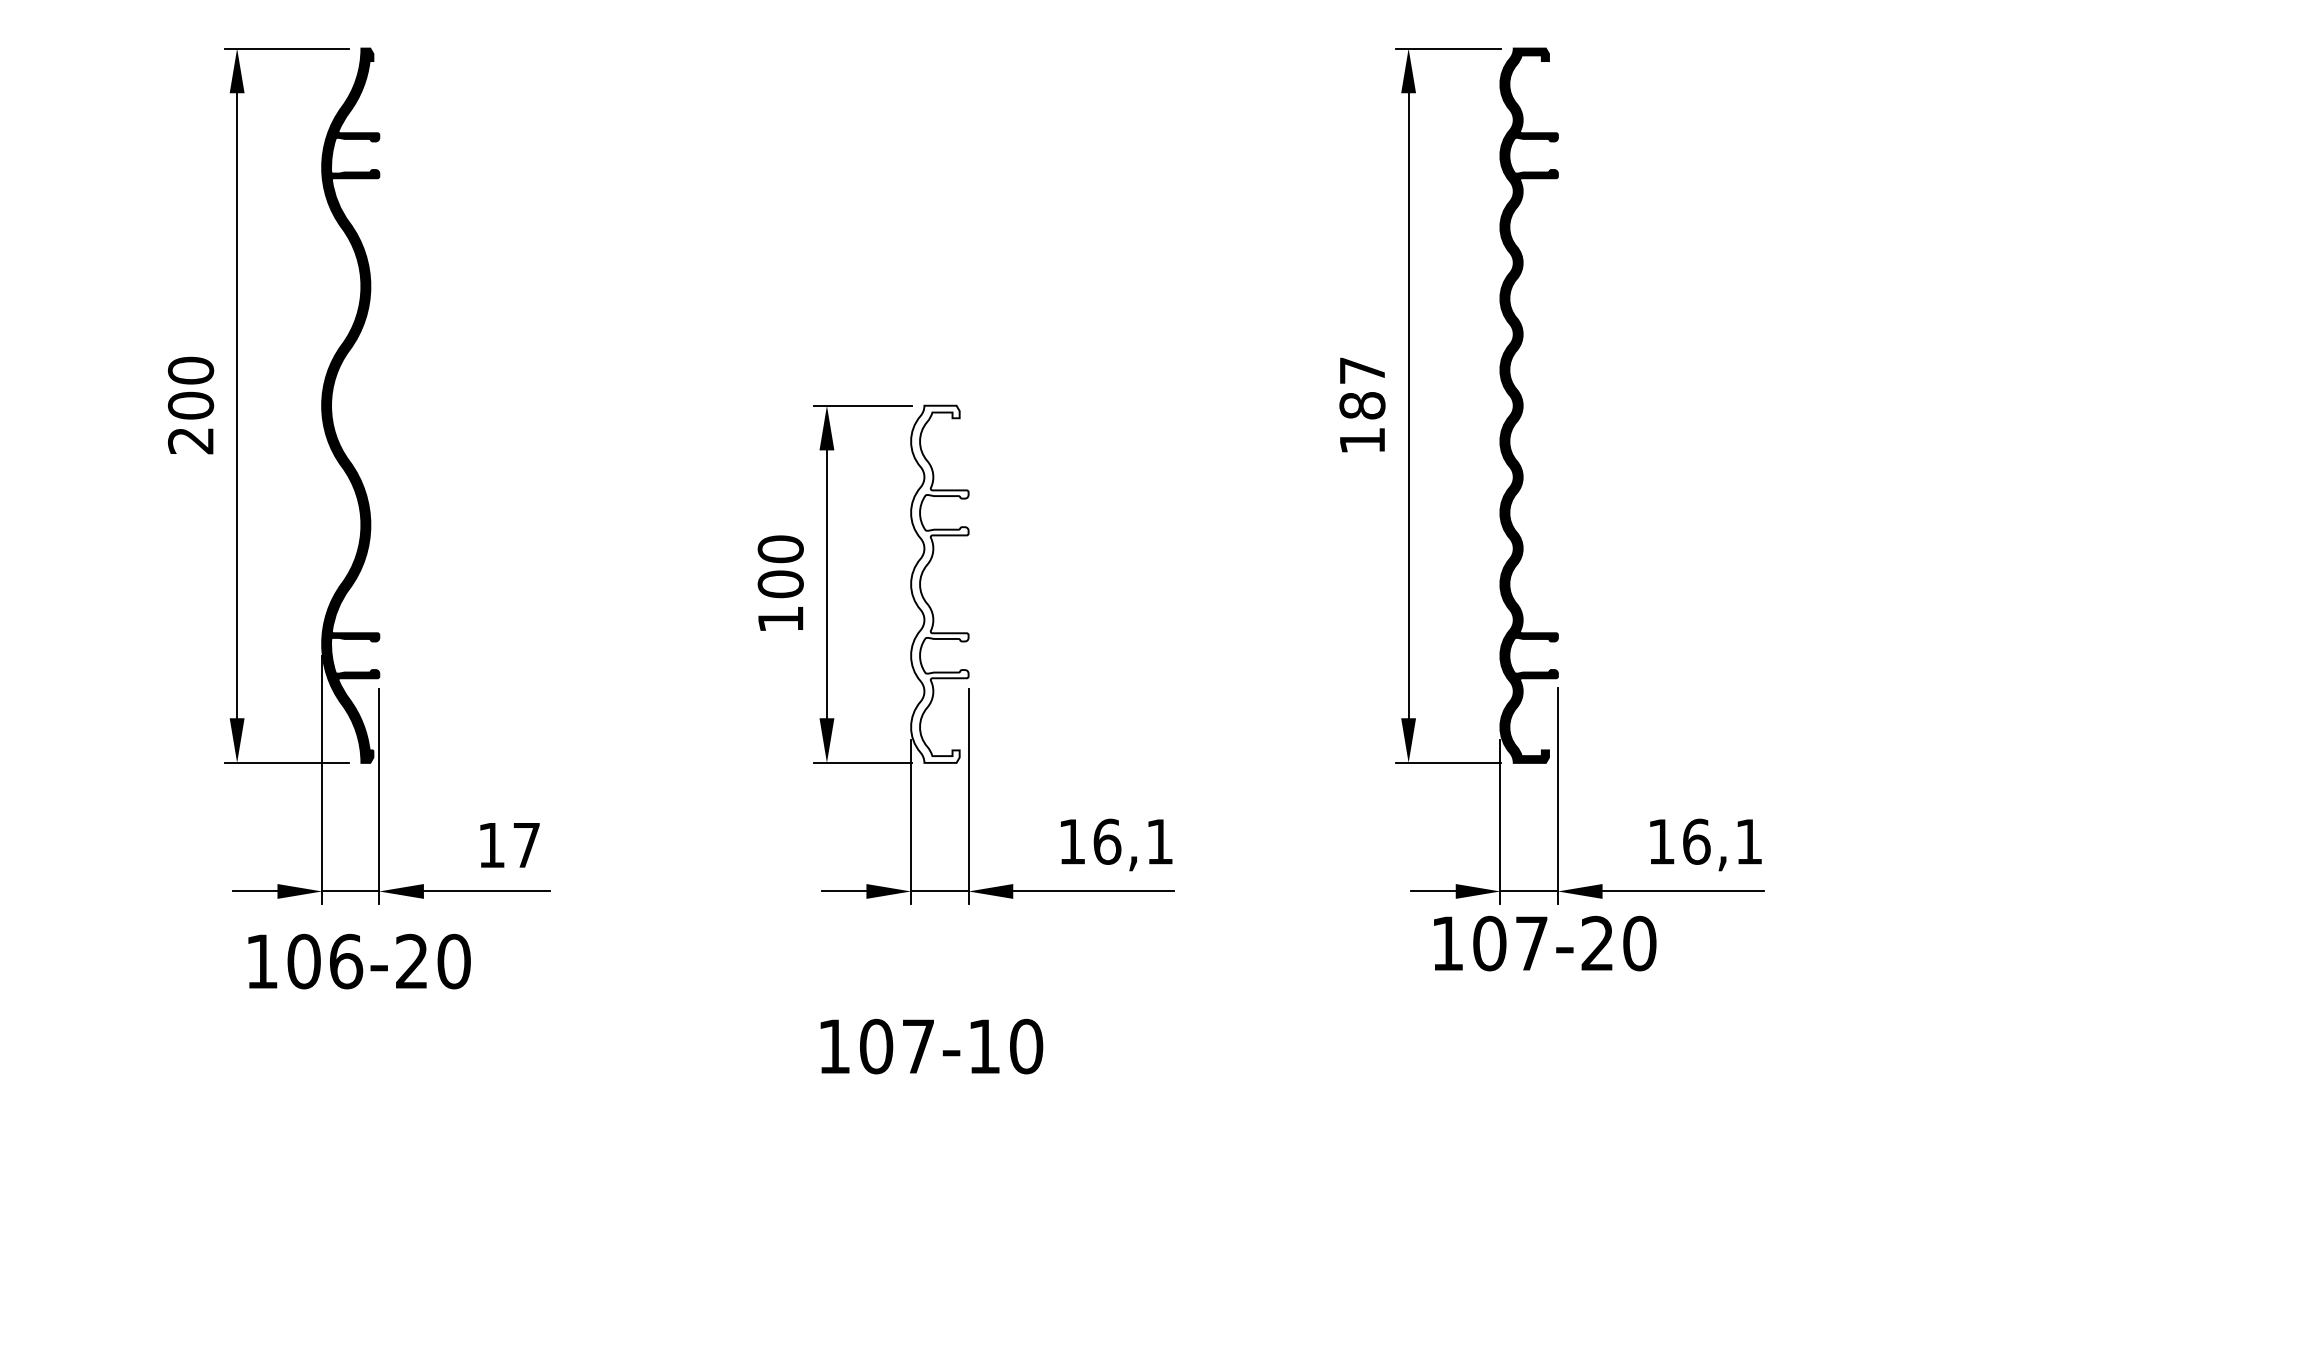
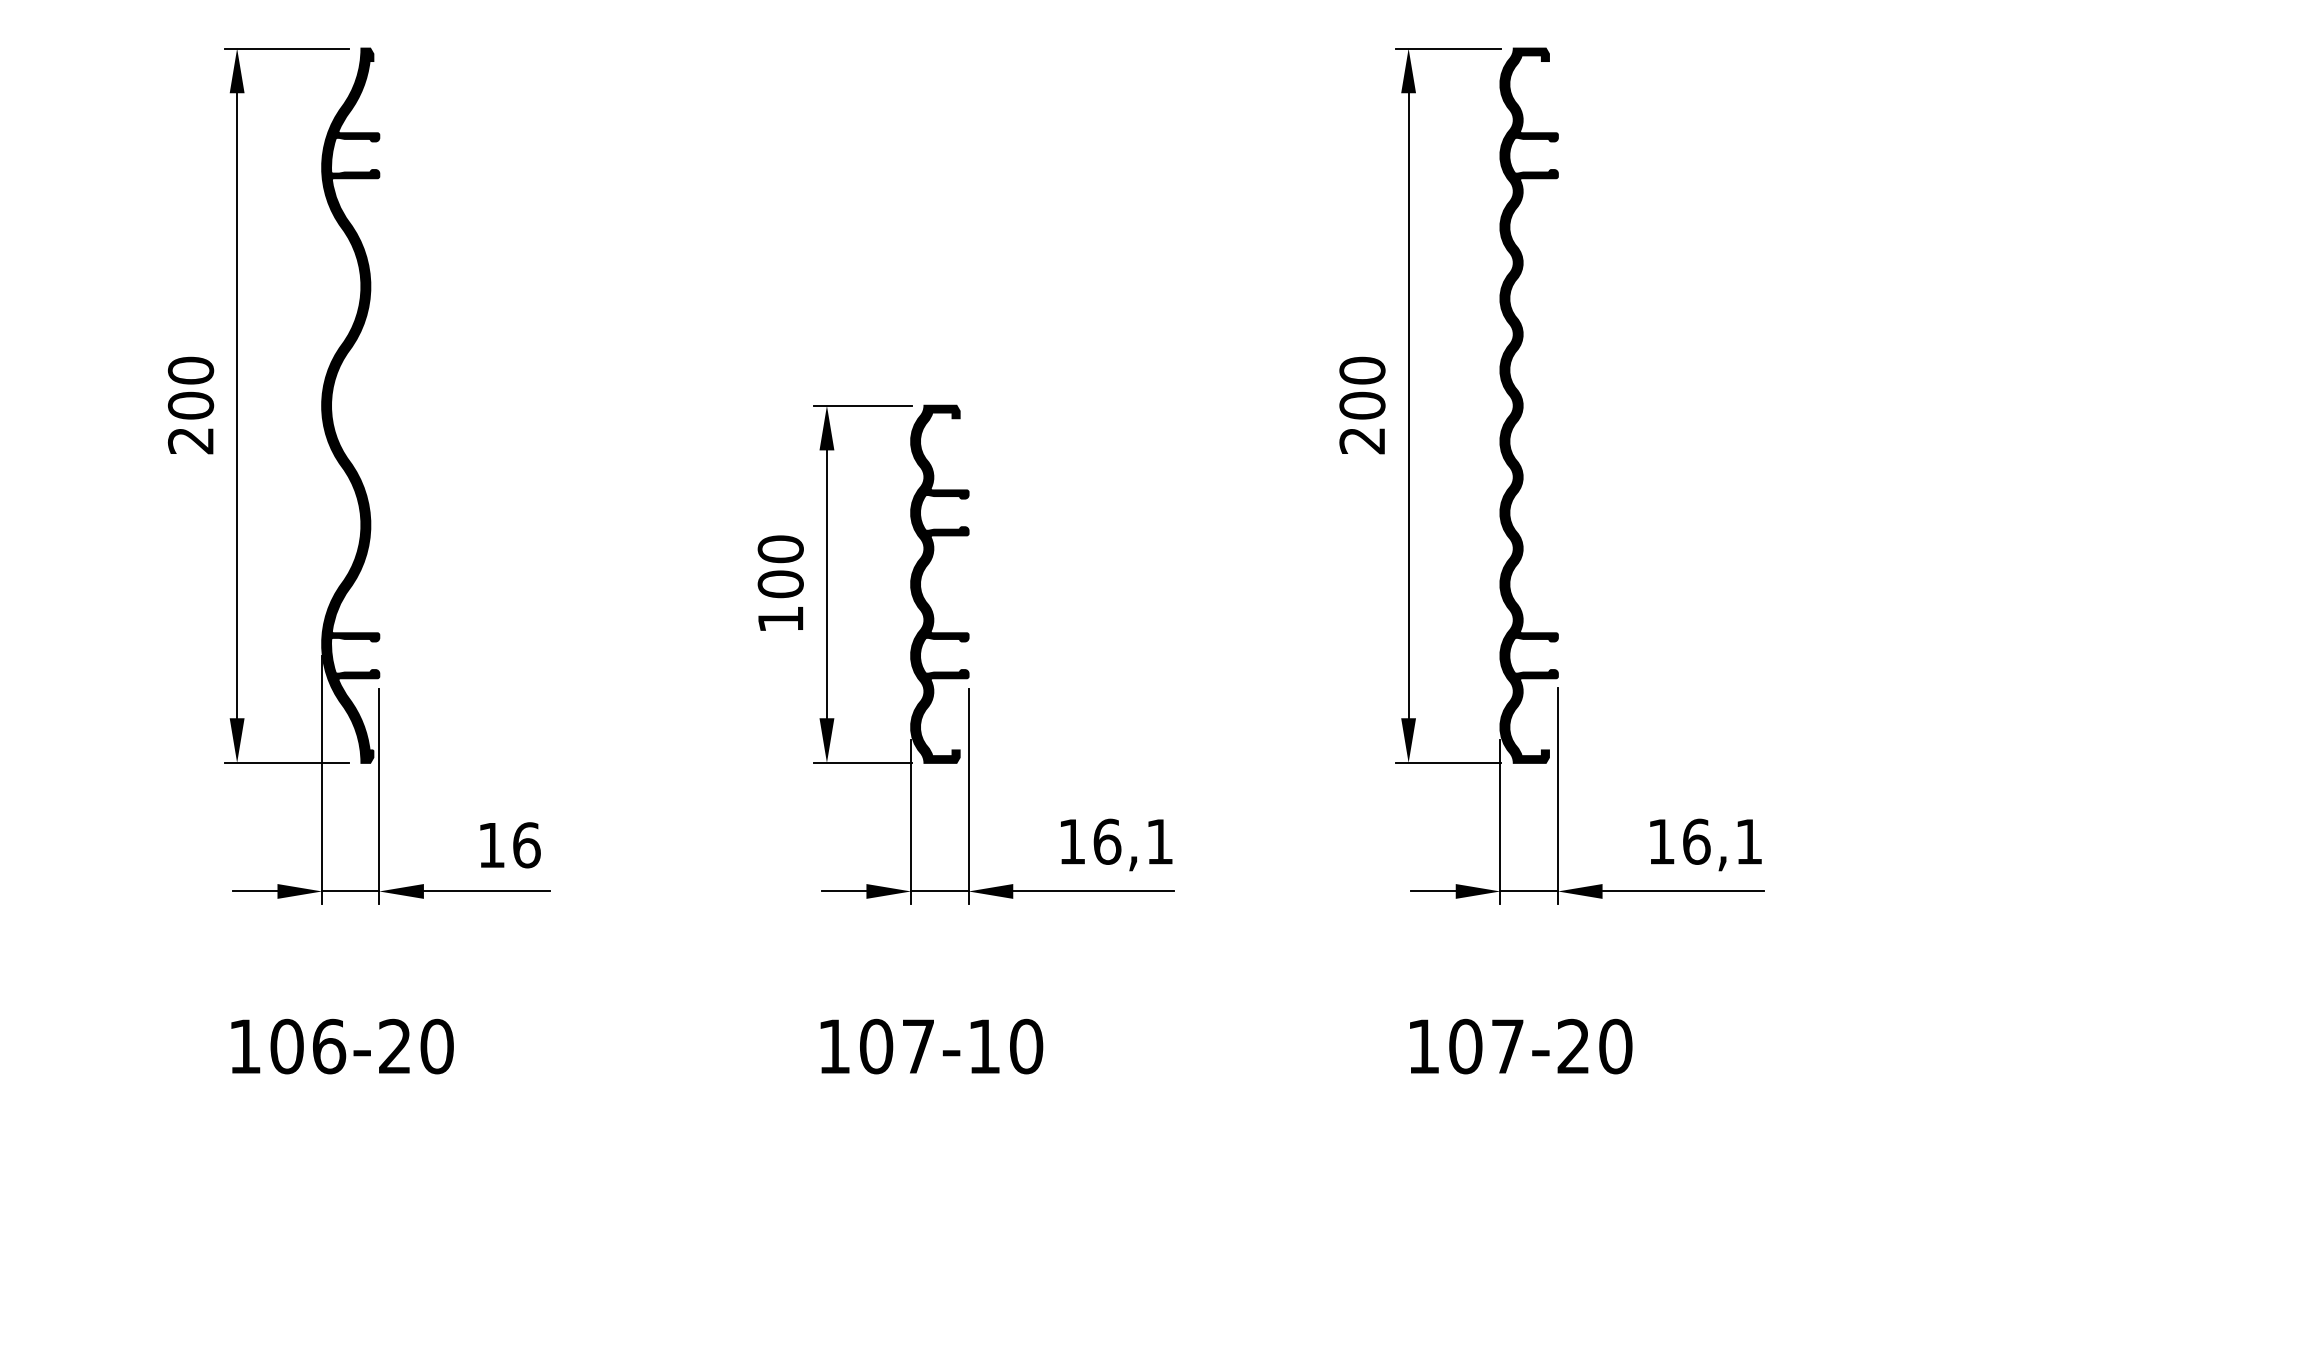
text at (1362, 405): 187 -> 200
fill at (939, 583): none -> present
text at (526, 845): 17 -> 16
text at (1545, 943) position: (1545, 943) -> (1521, 1046)
text at (359, 961) position: (359, 961) -> (342, 1046)
